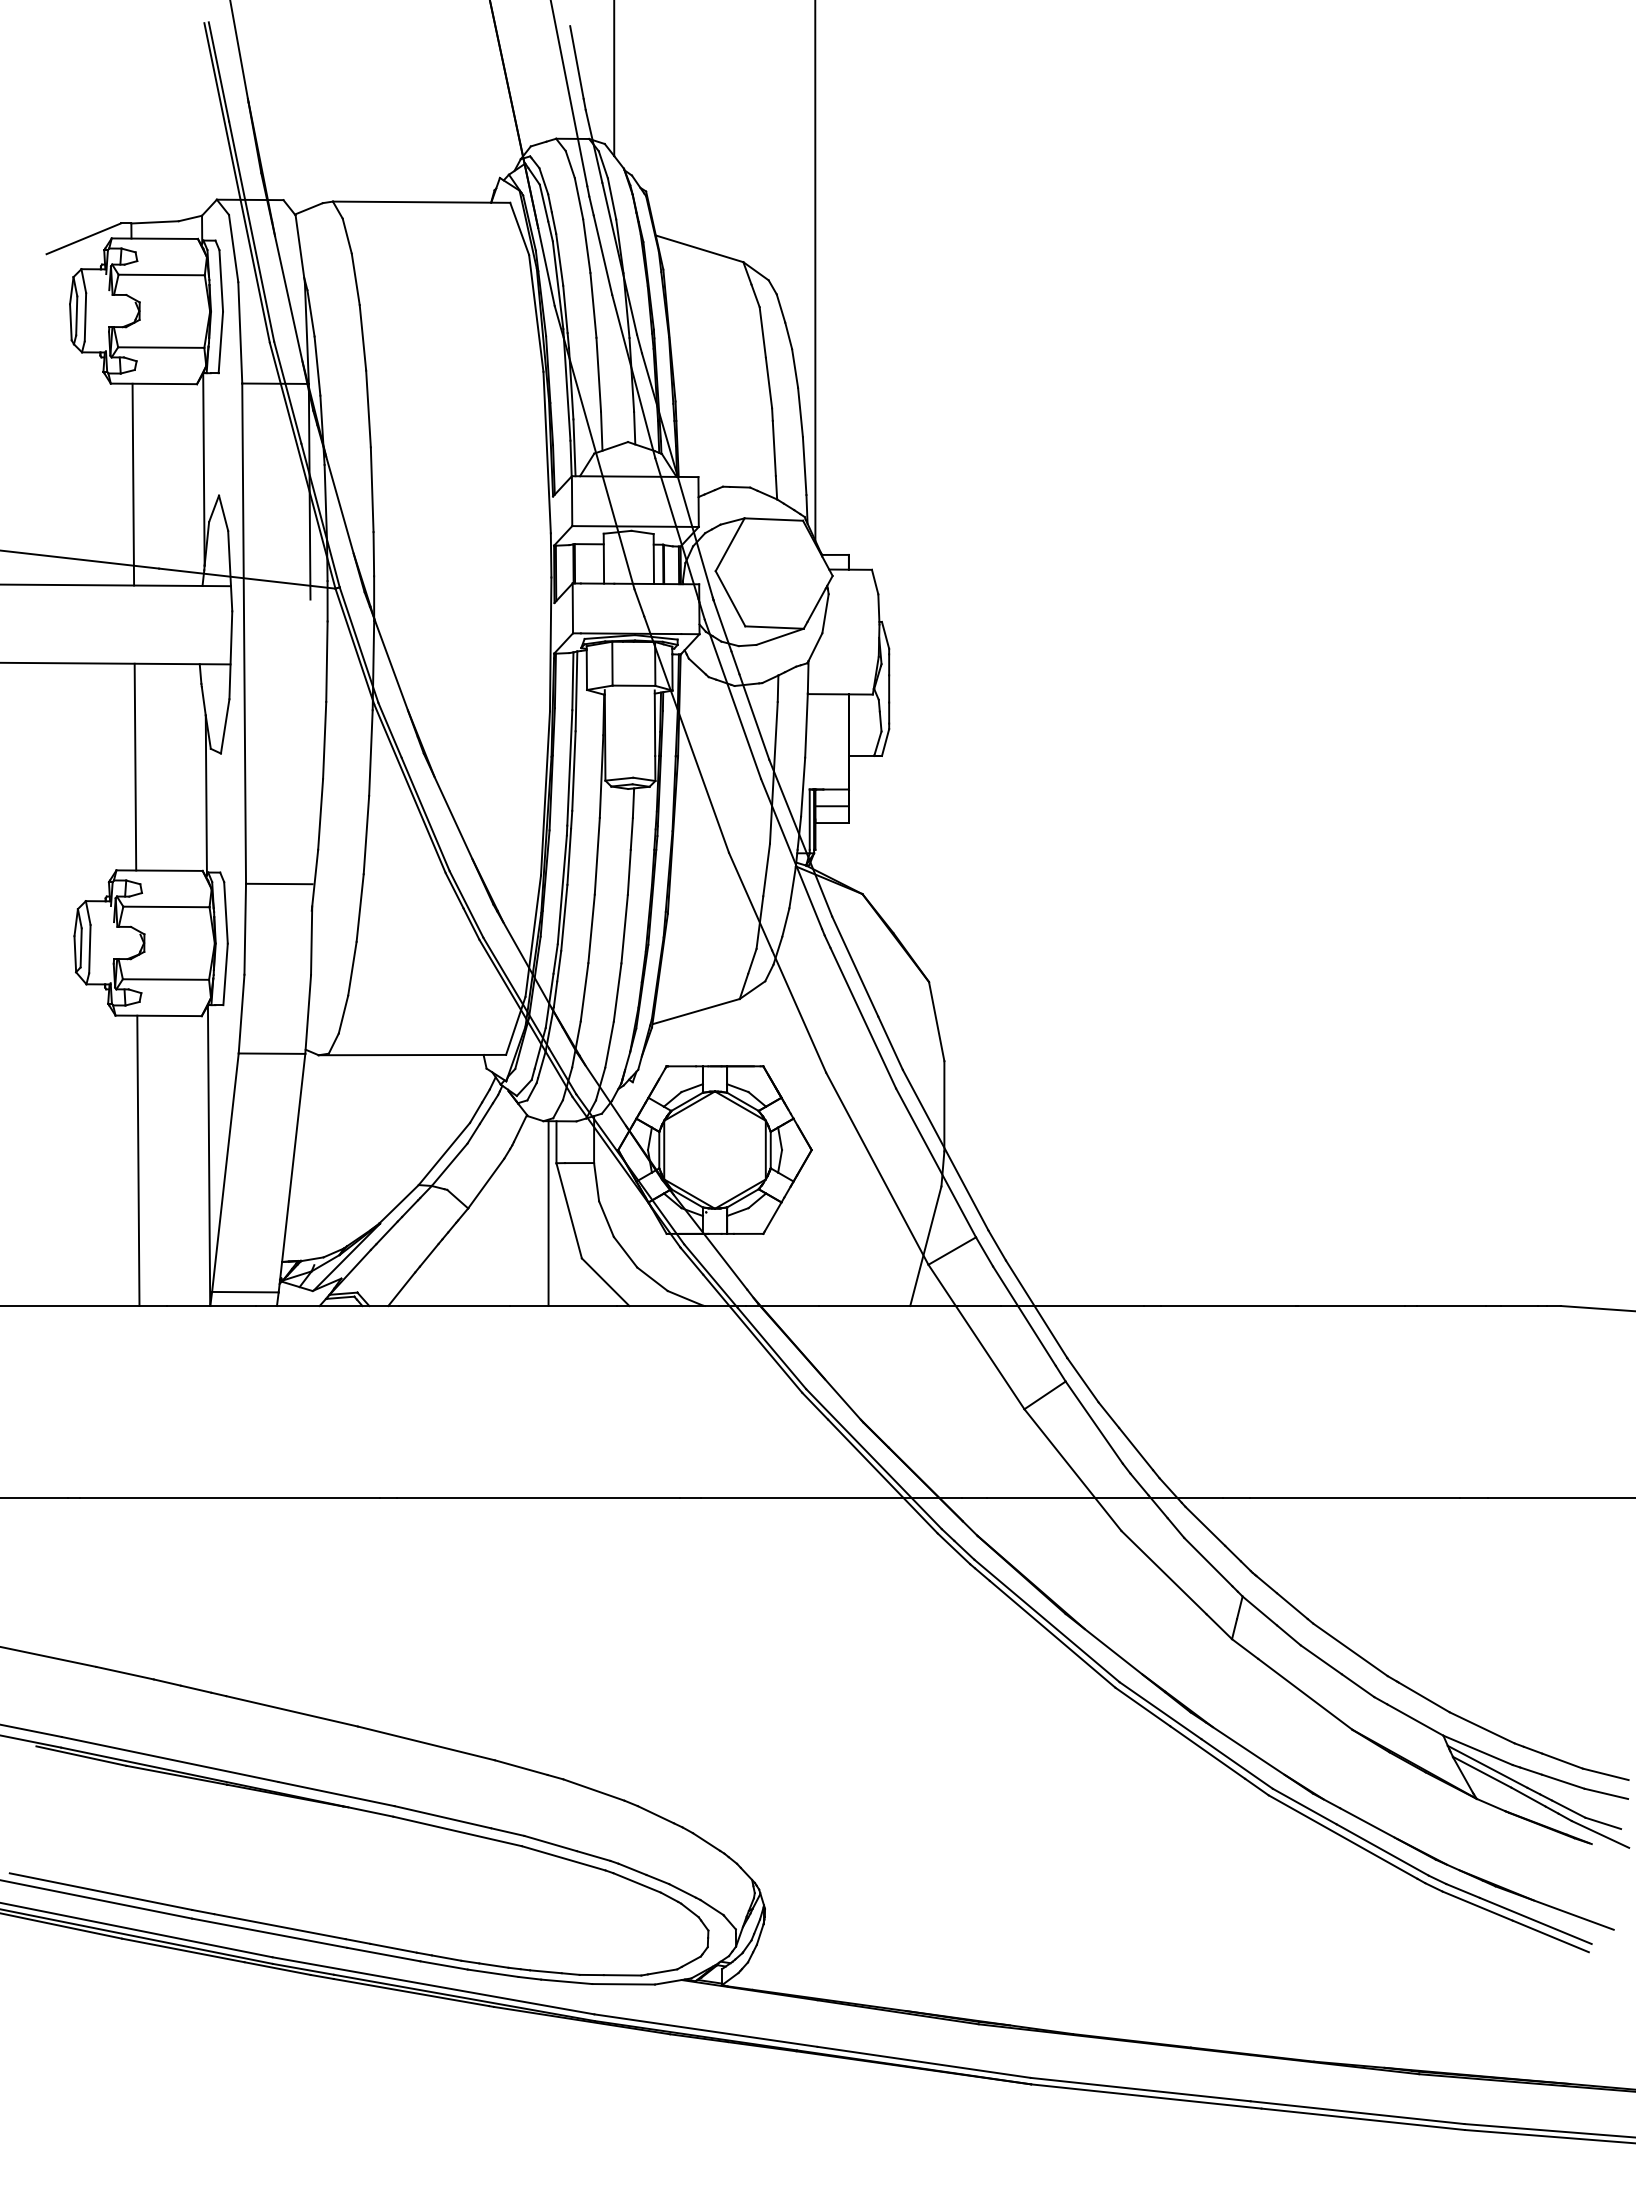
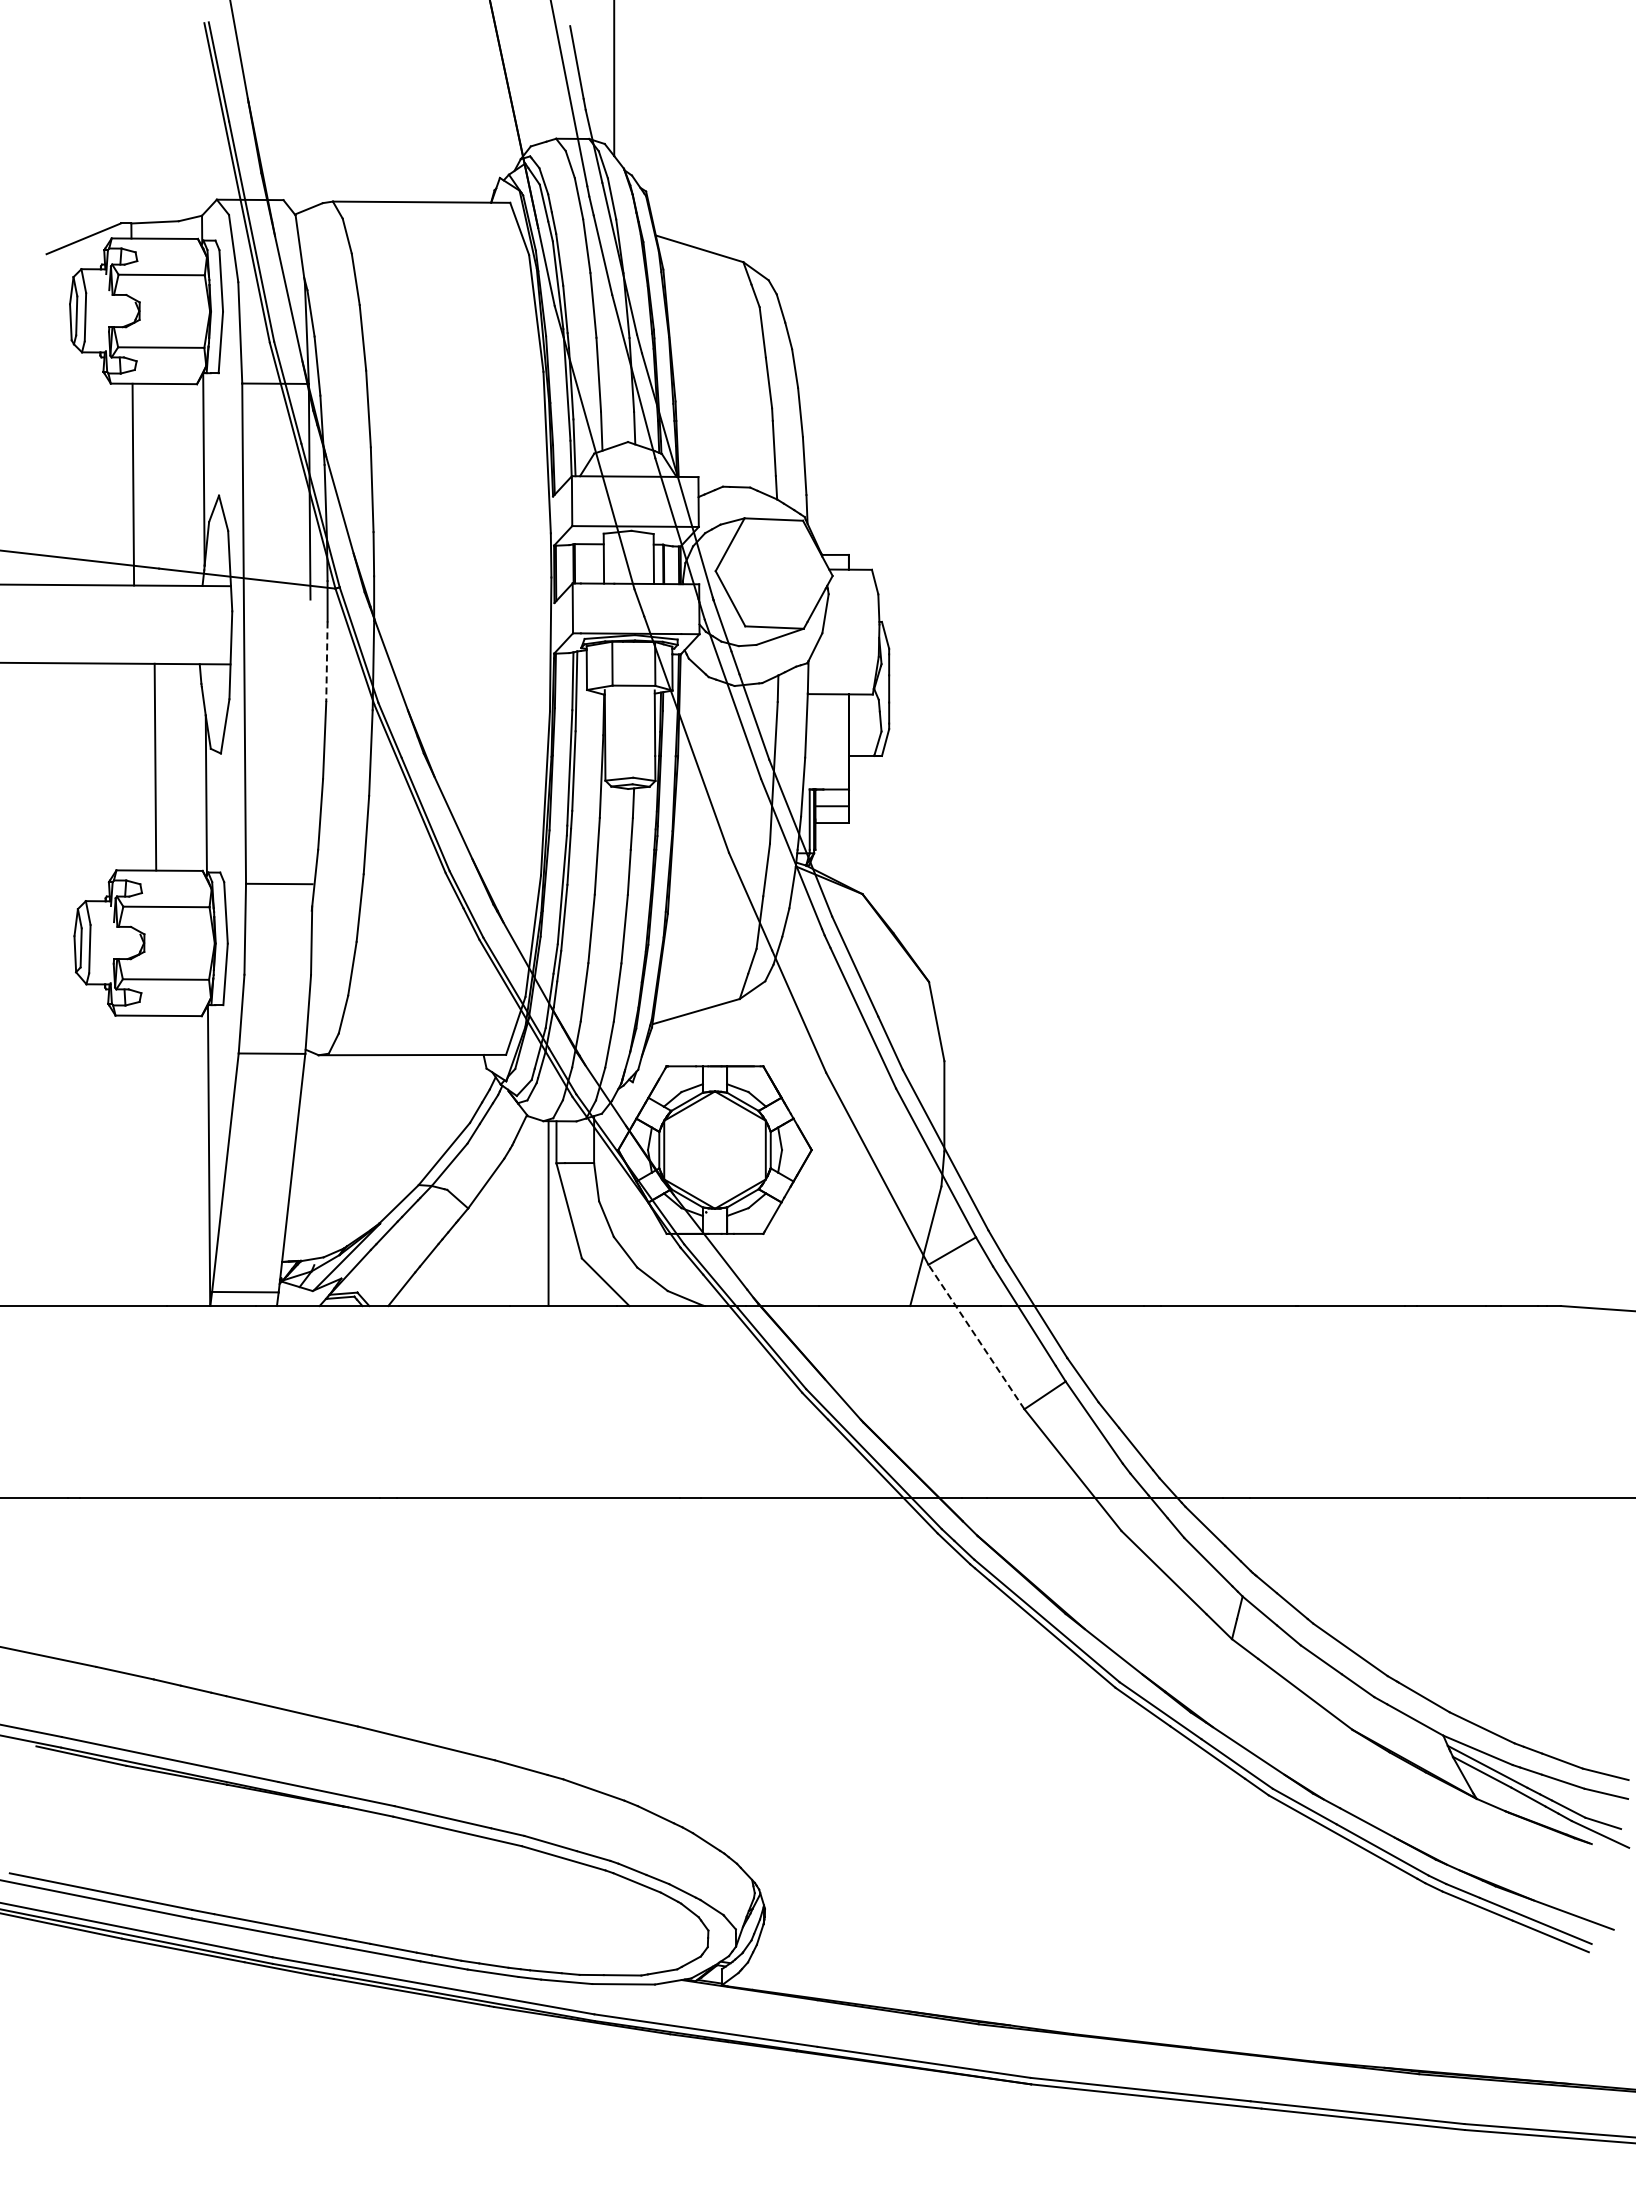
line at (815, 271): present -> none
line at (326, 662): solid -> dashed
line at (135, 766) position: (135, 766) -> (155, 766)
line at (138, 1160): present -> none
line at (976, 1337): solid -> dashed
